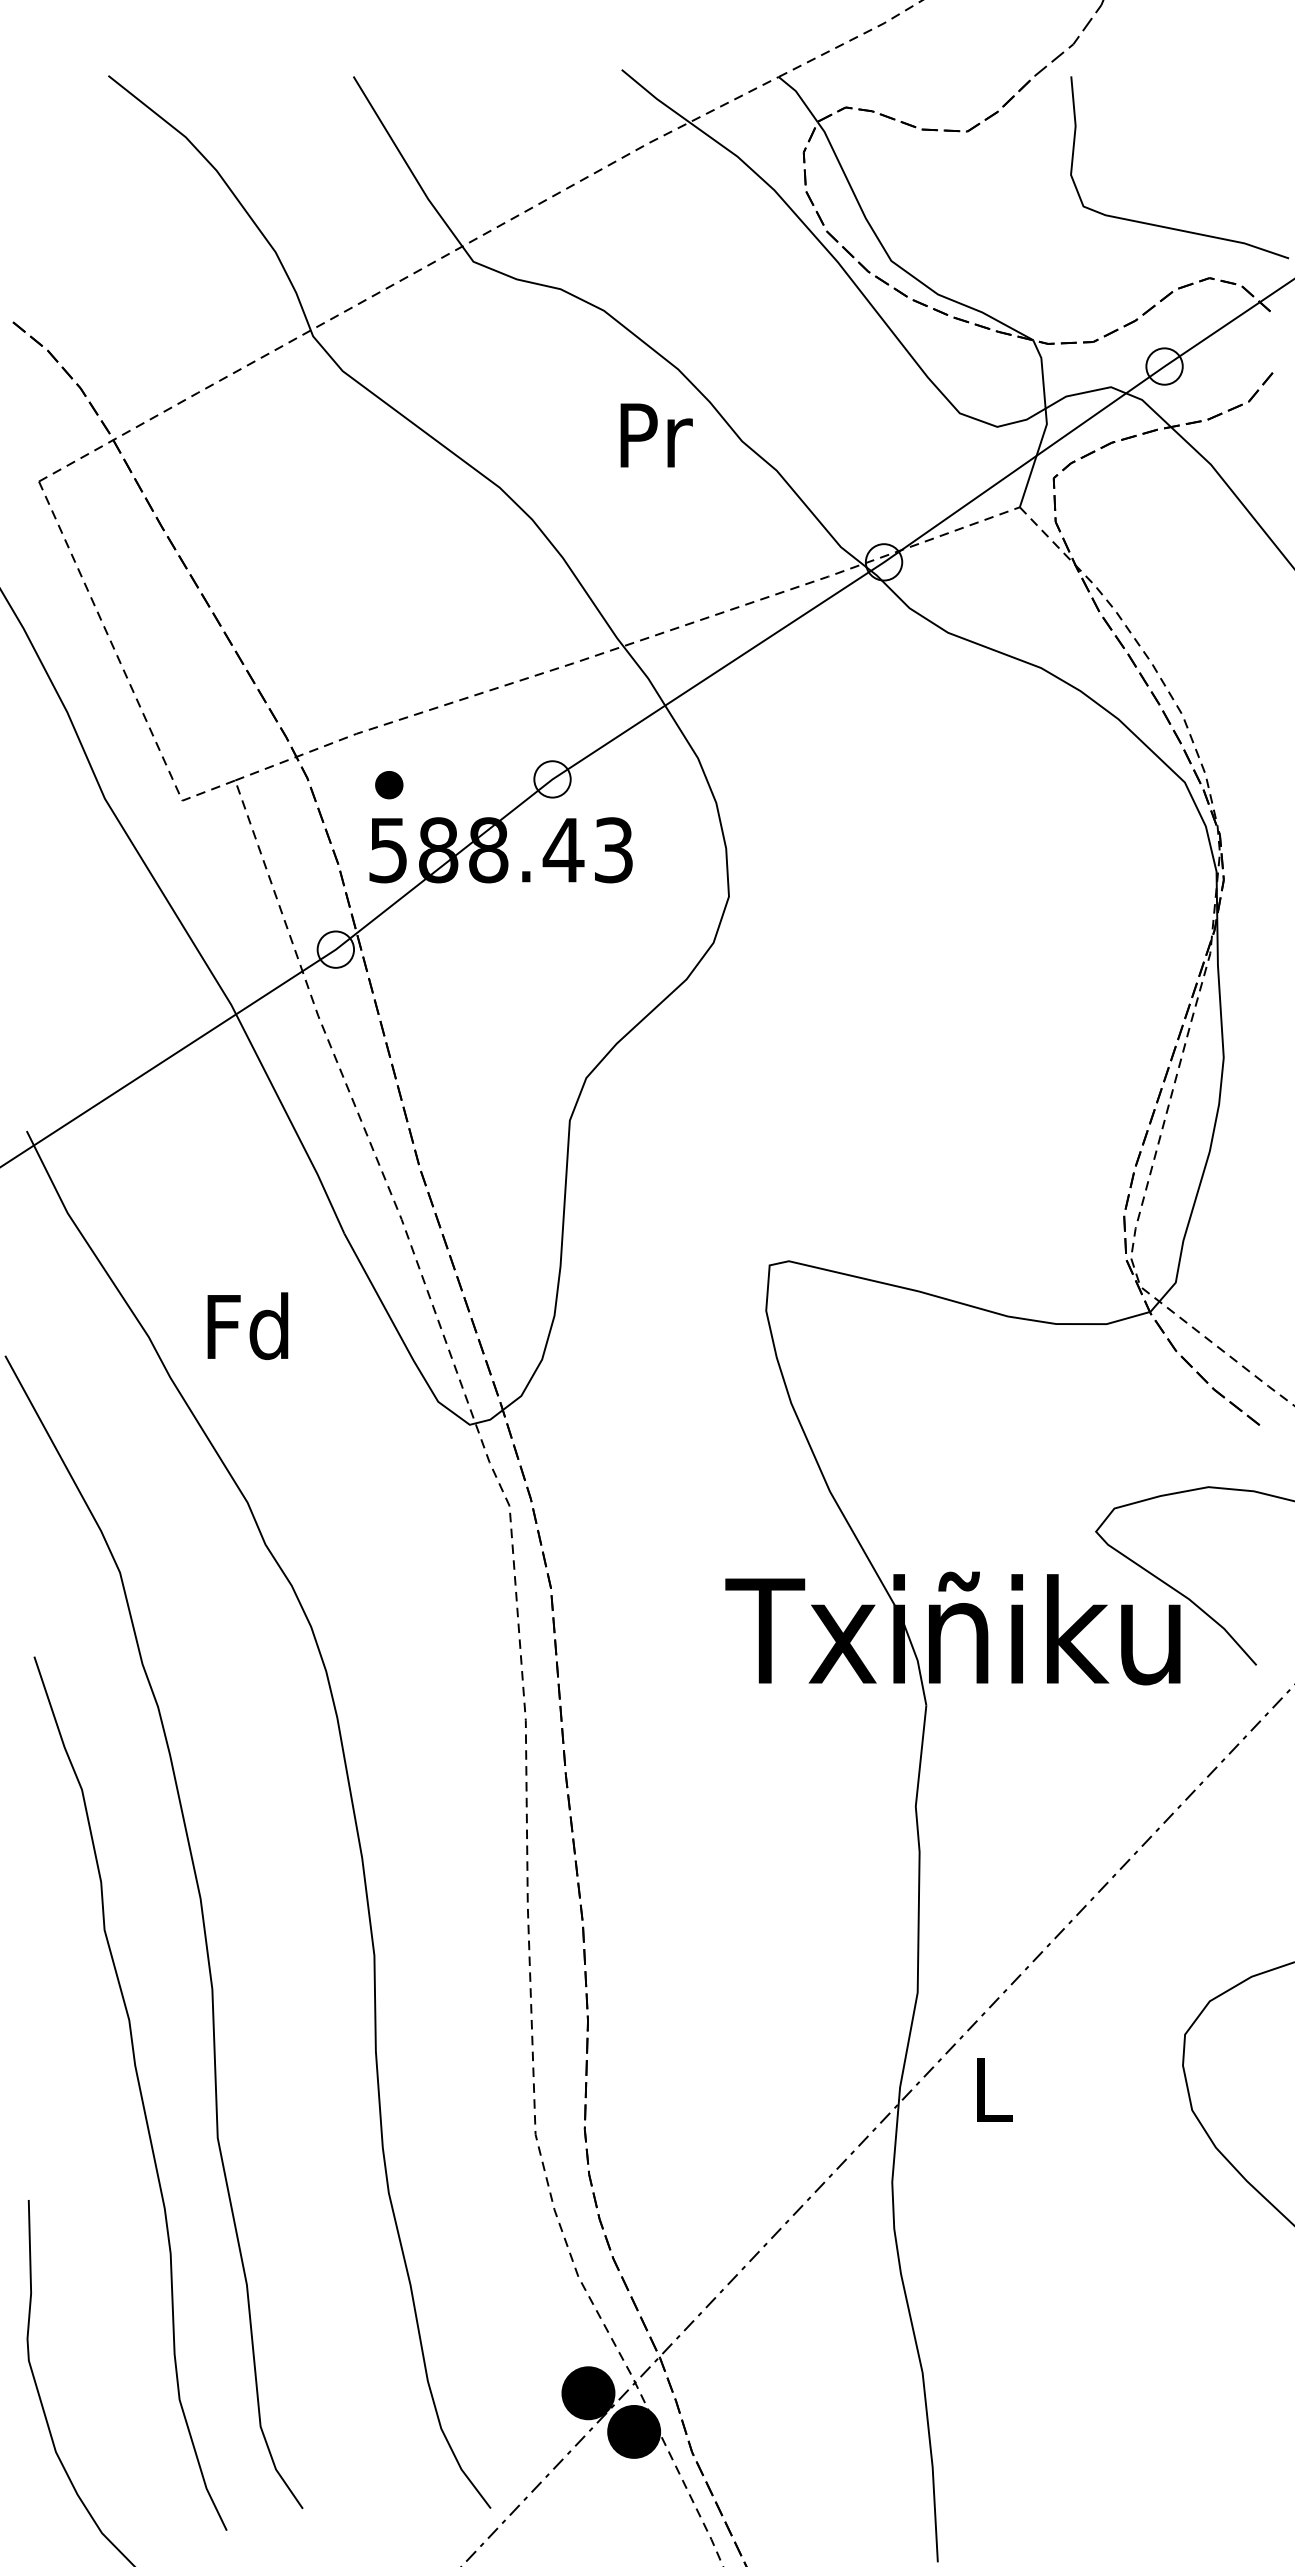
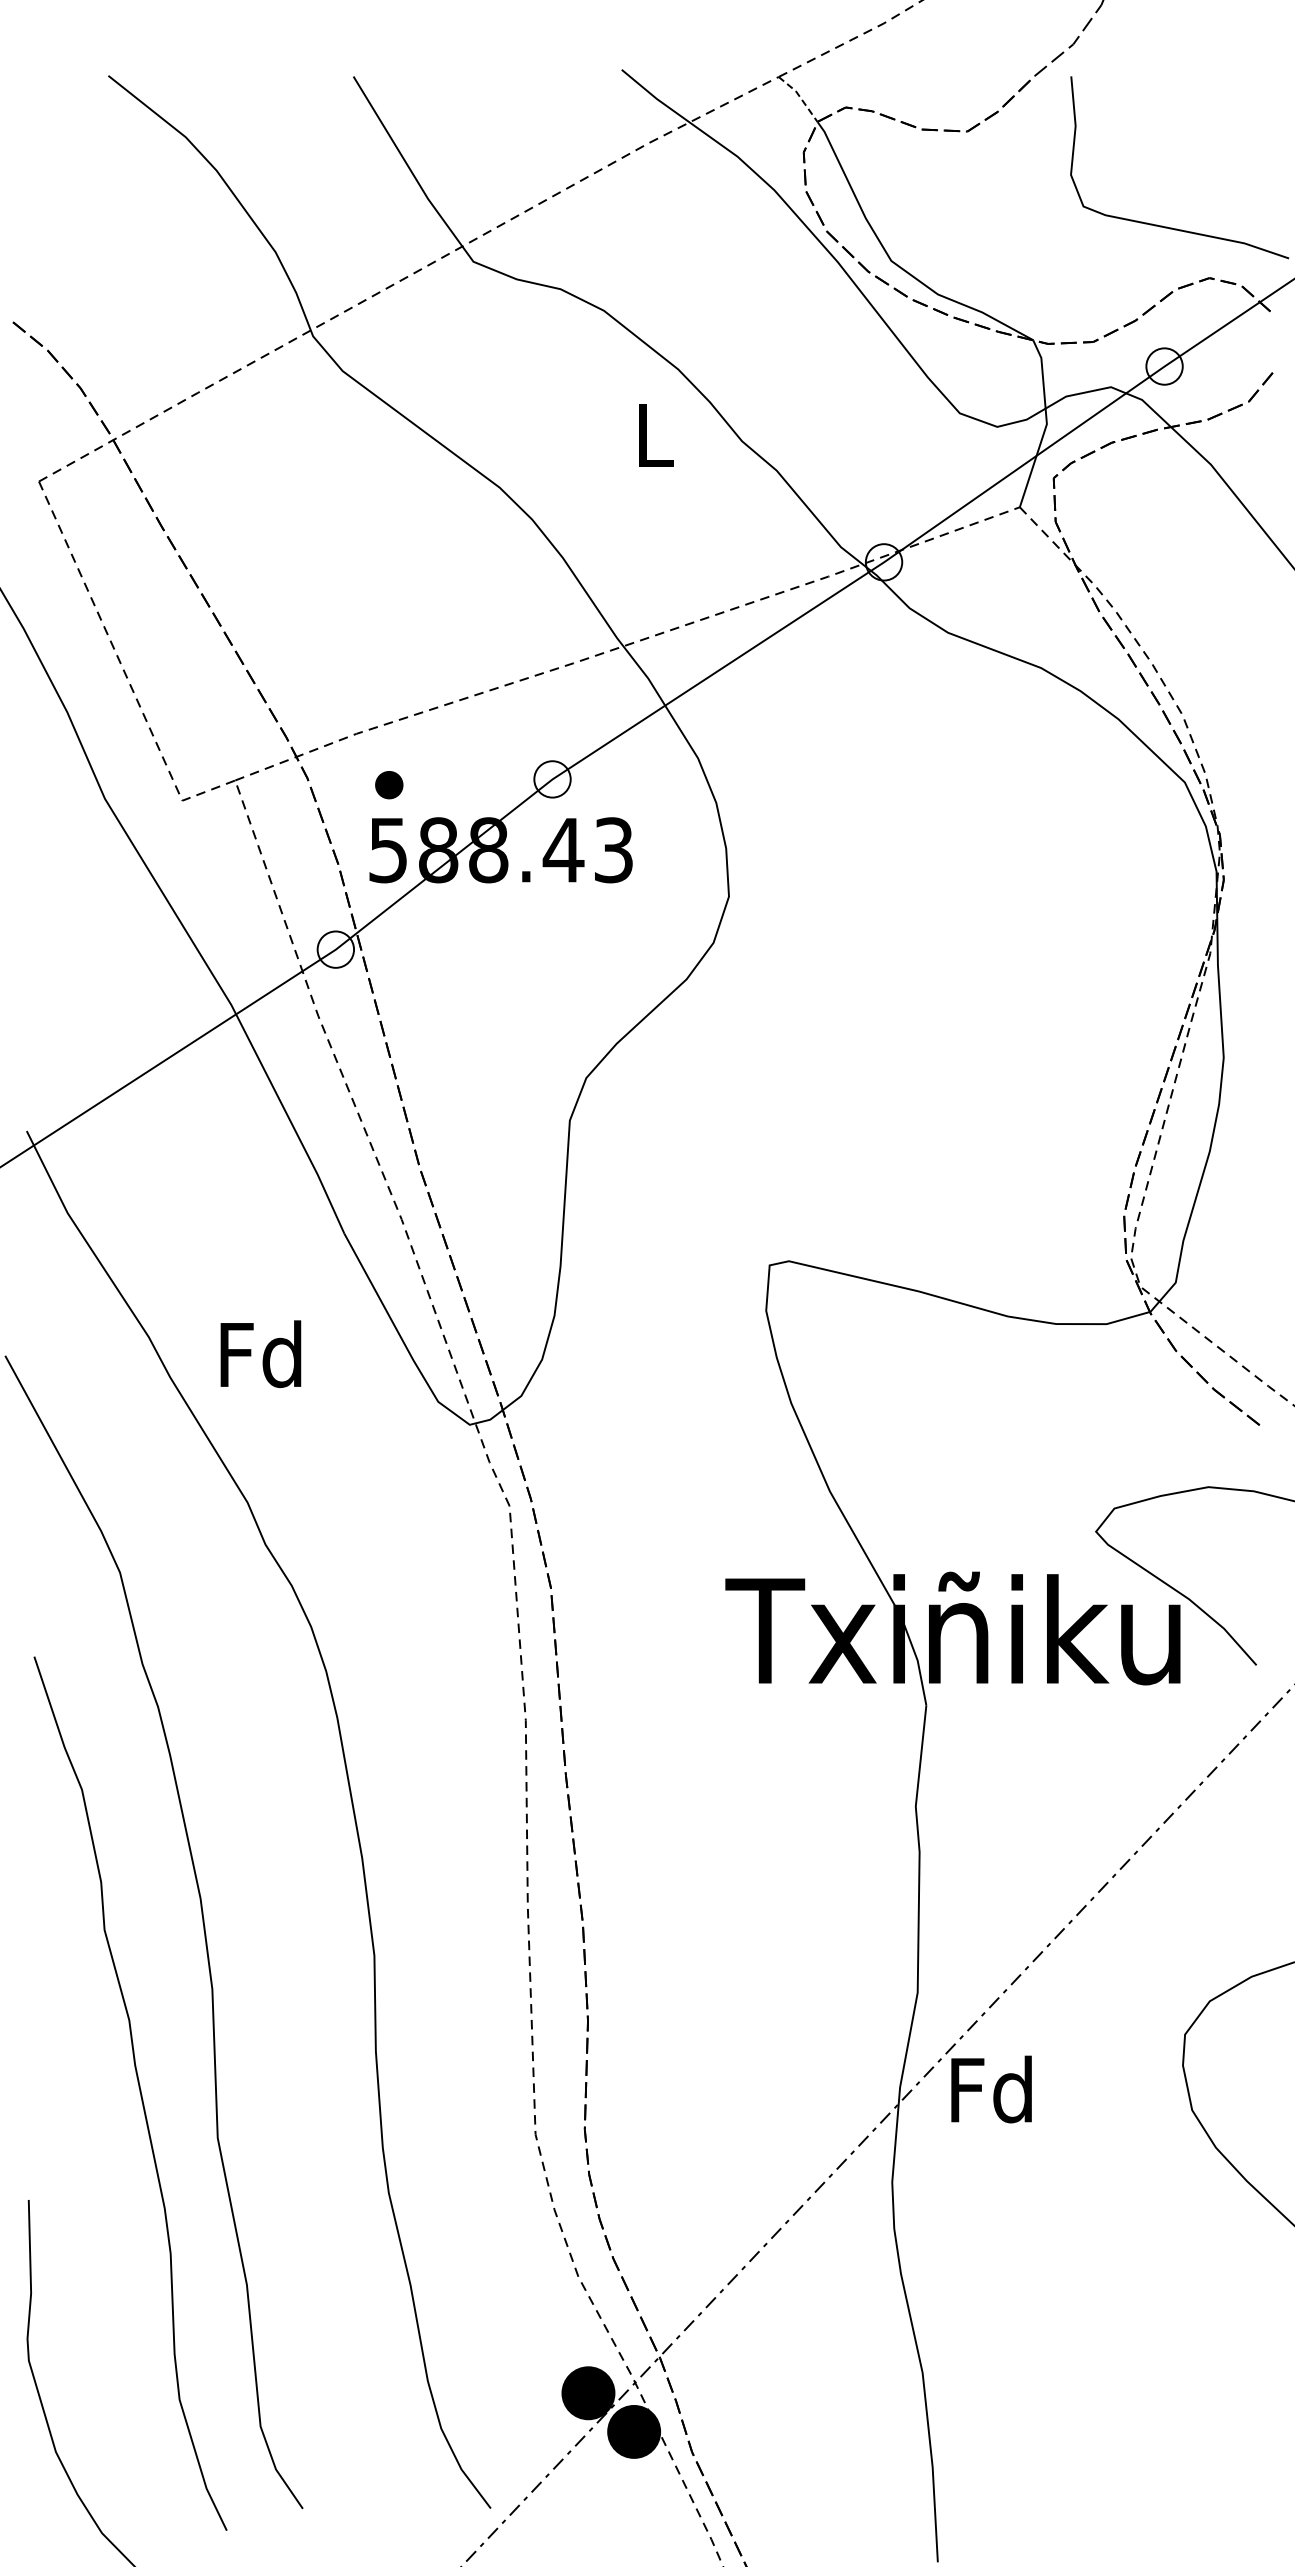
line at (800, 97): solid -> dashed
text at (656, 435): Pr -> L
text at (247, 1325) position: (247, 1325) -> (260, 1353)
text at (991, 2089): L -> Fd
